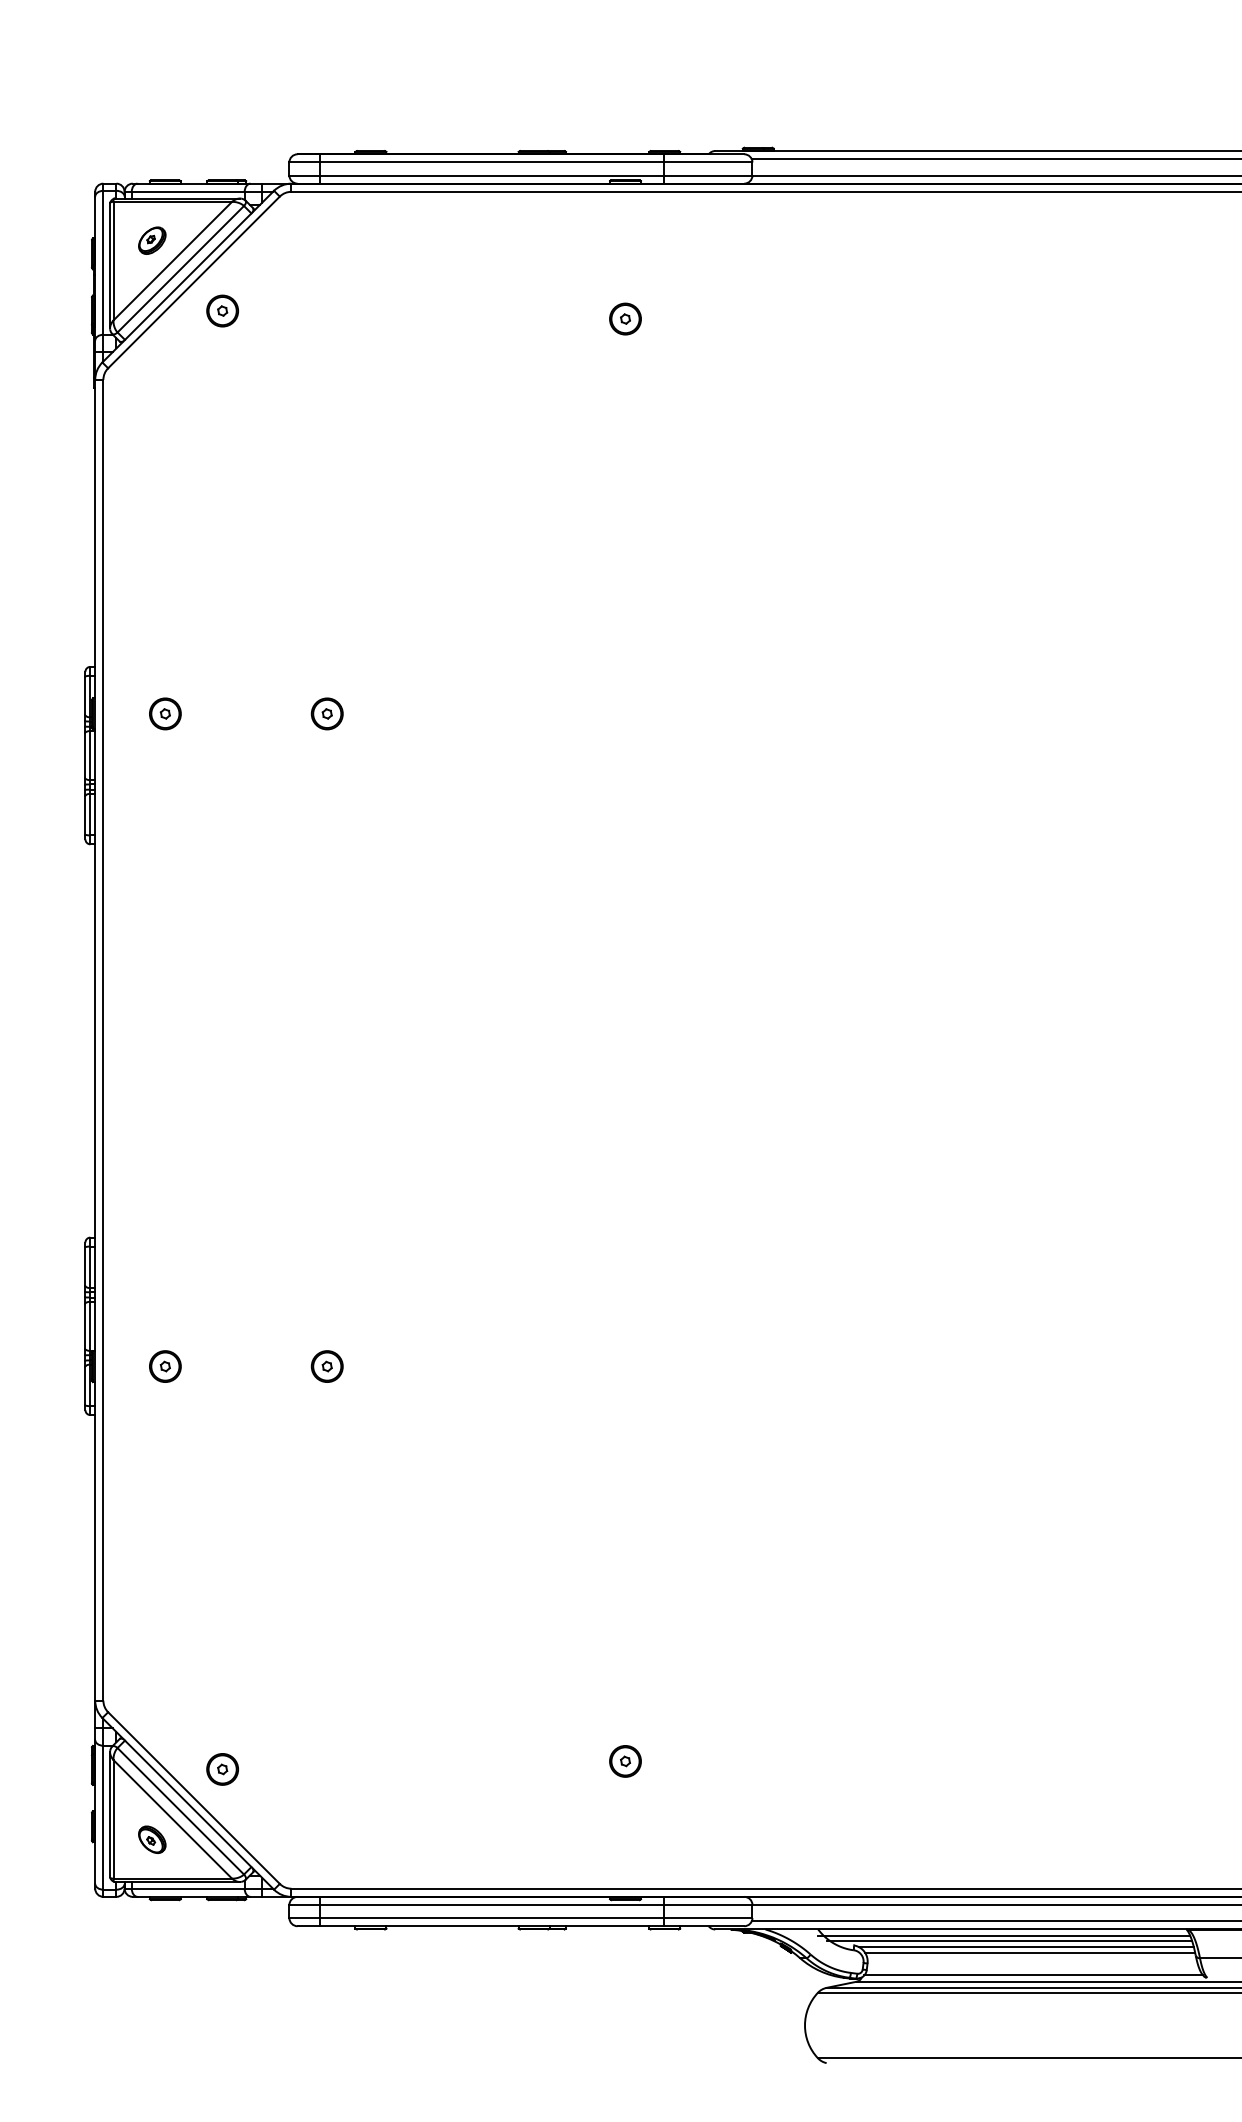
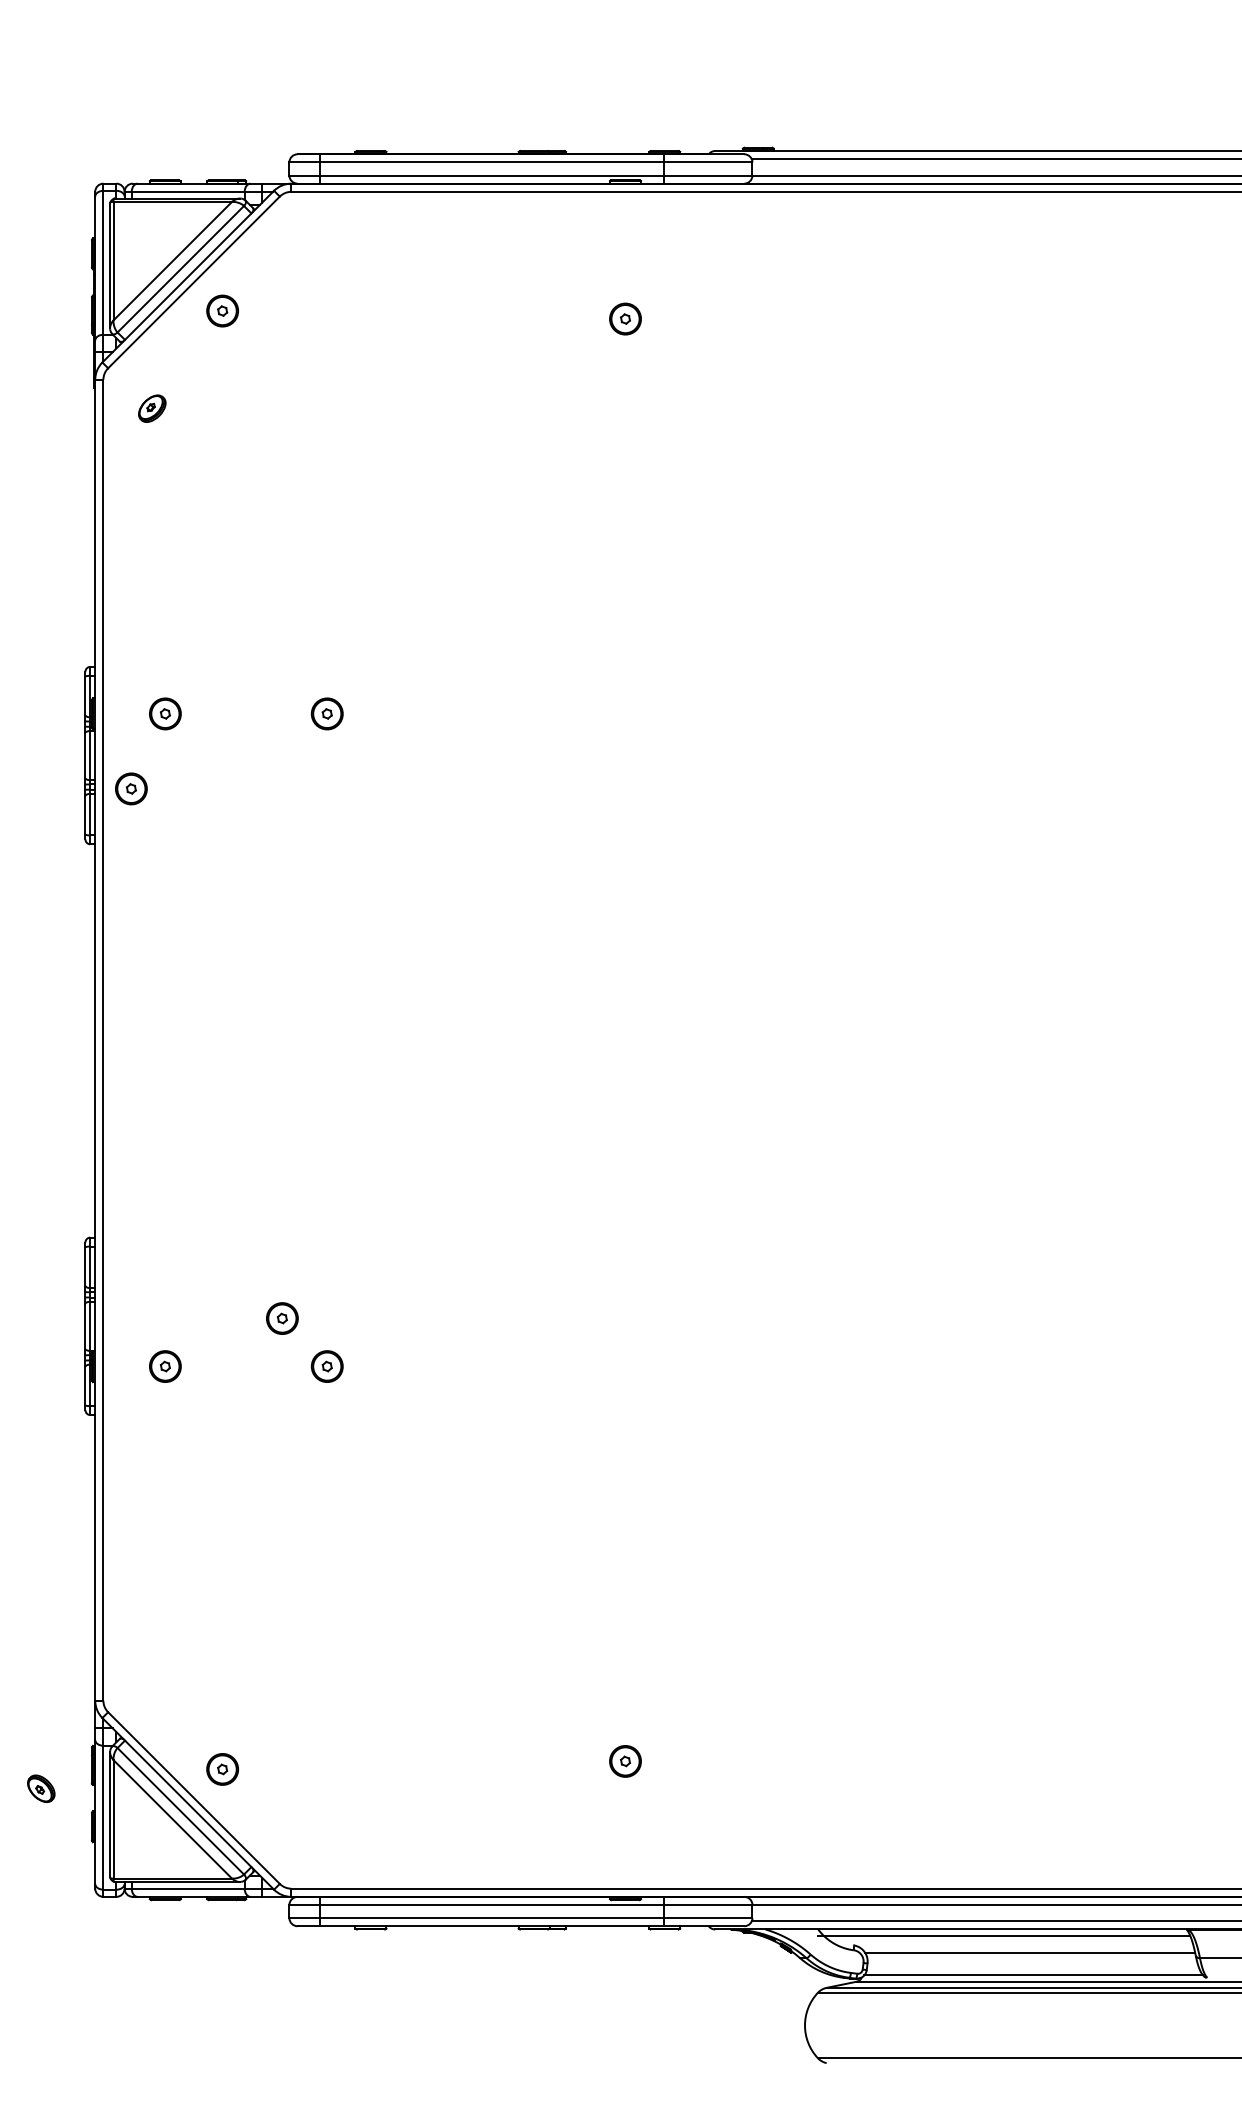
part at (152, 240) position: (152, 240) -> (152, 408)
part at (131, 788): none -> present
part at (282, 1318): none -> present
part at (152, 1839) position: (152, 1839) -> (41, 1788)
line at (1009, 1940): present -> none
line at (1025, 1946): present -> none
